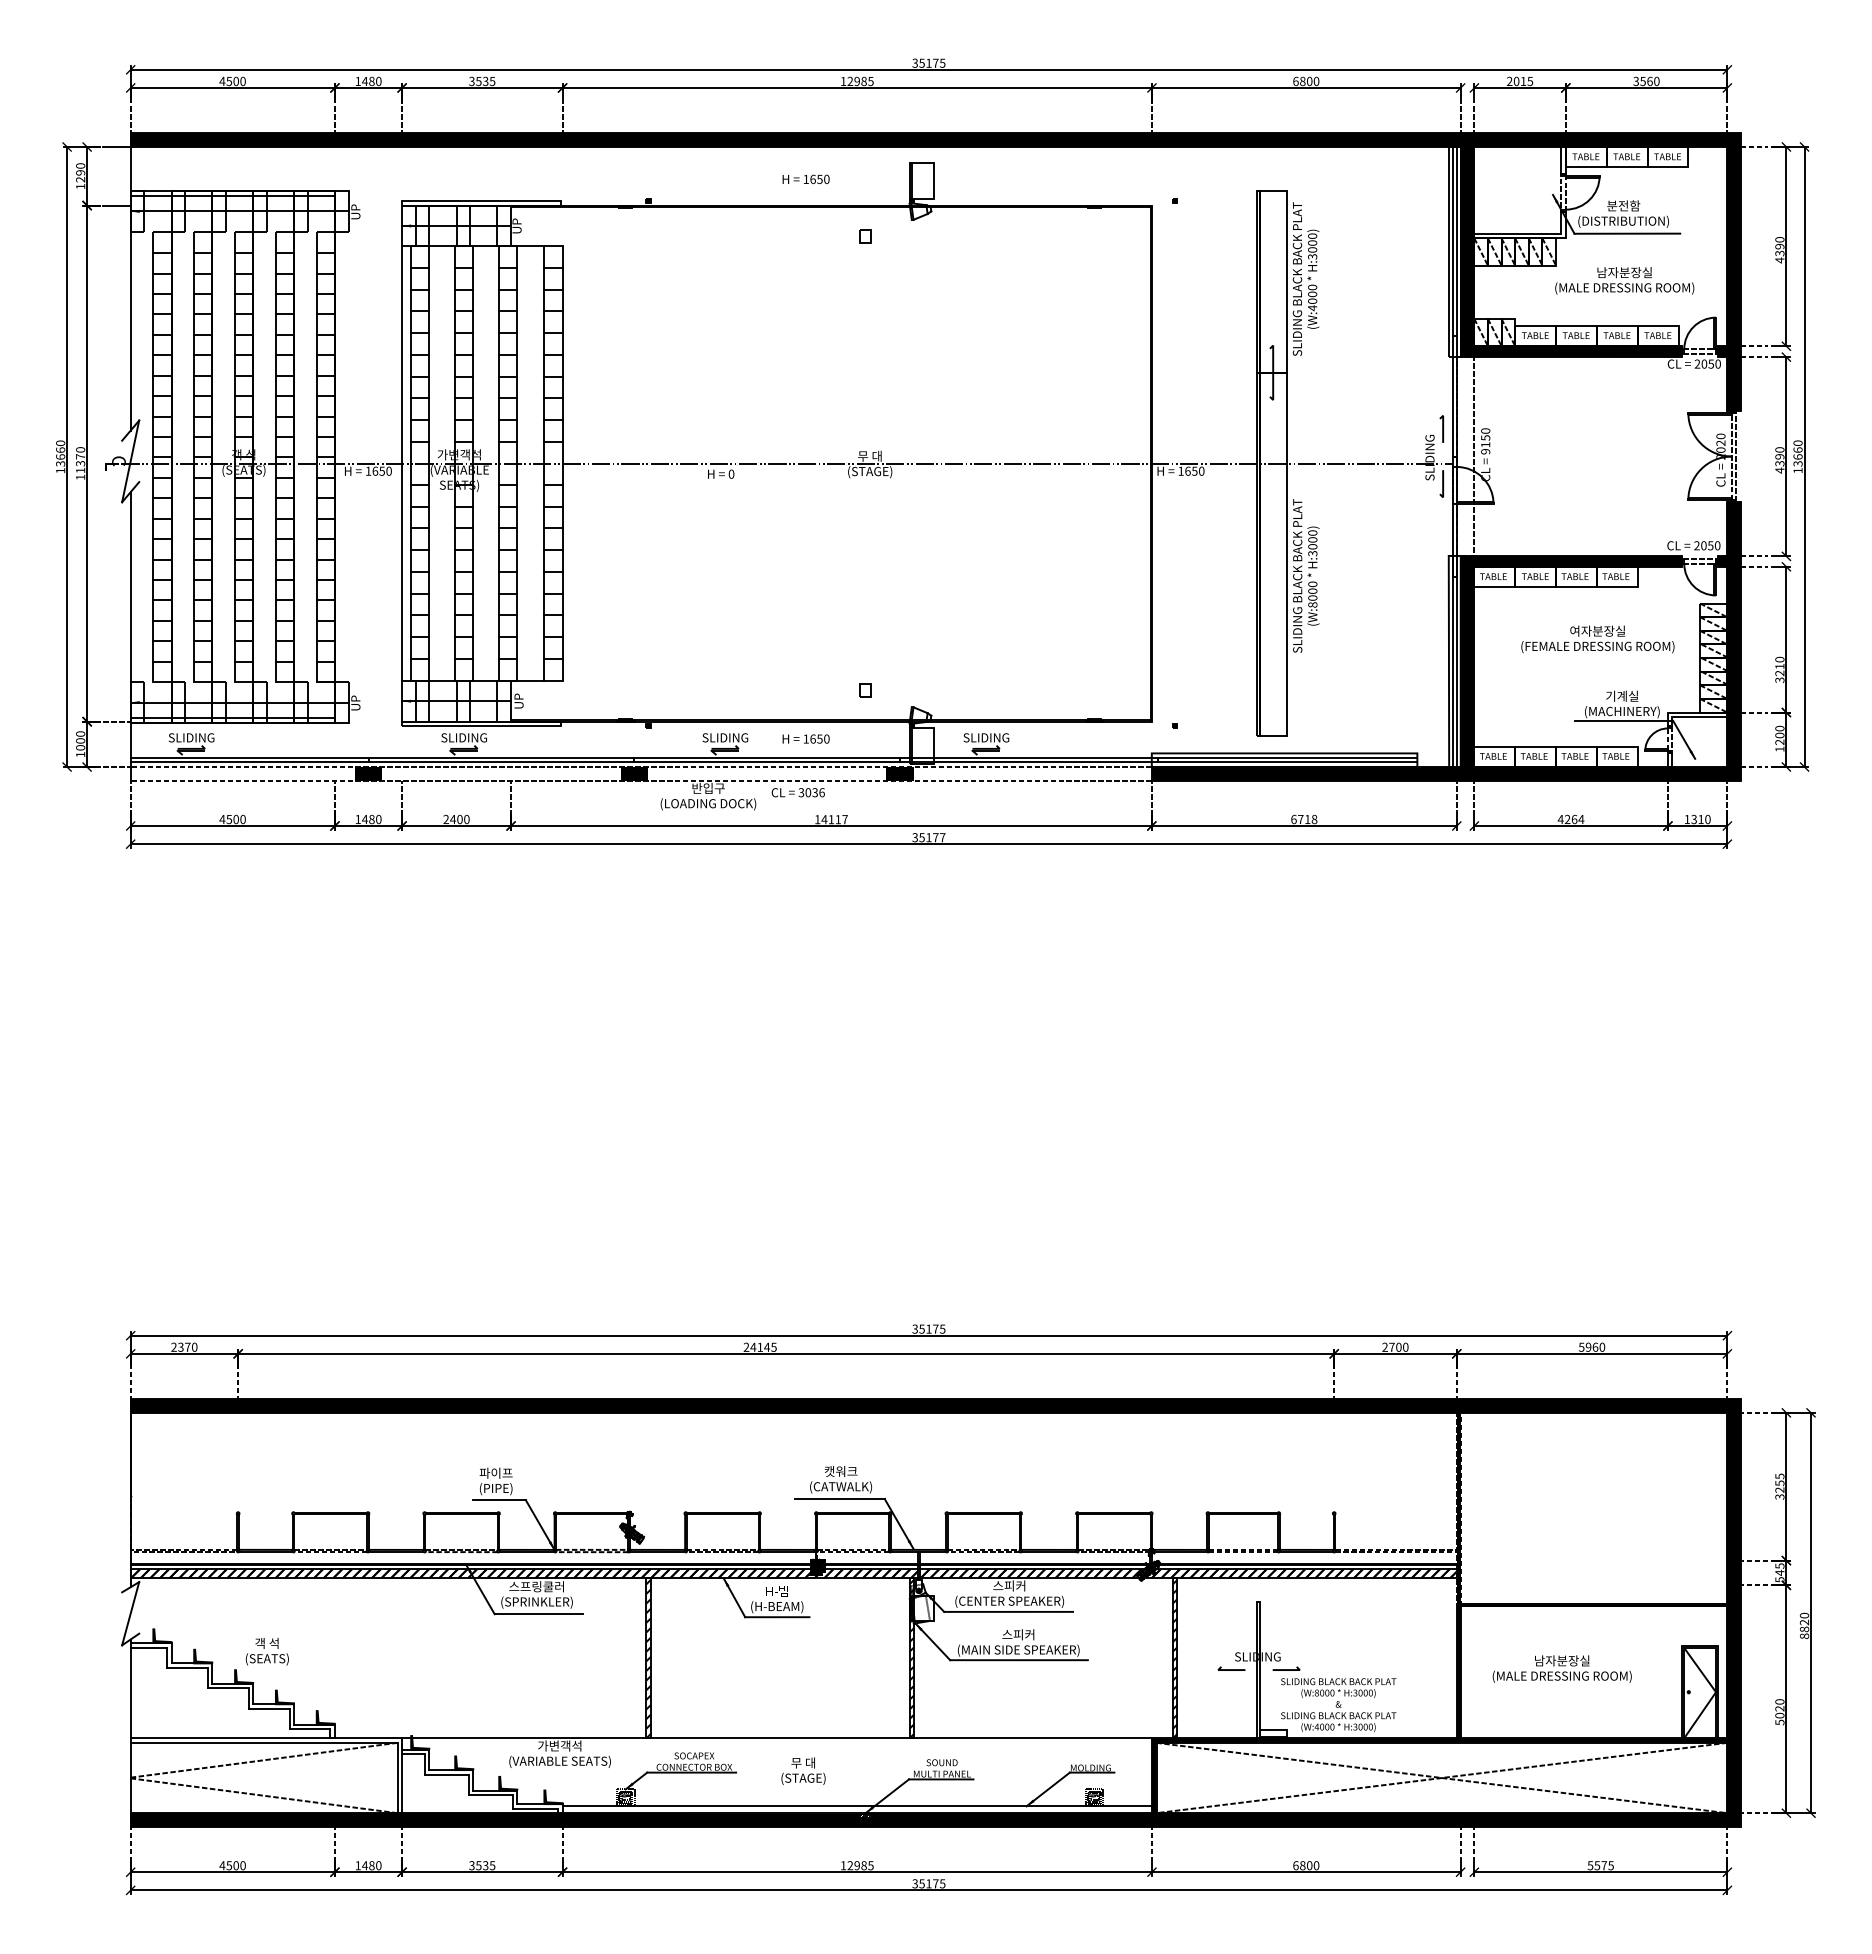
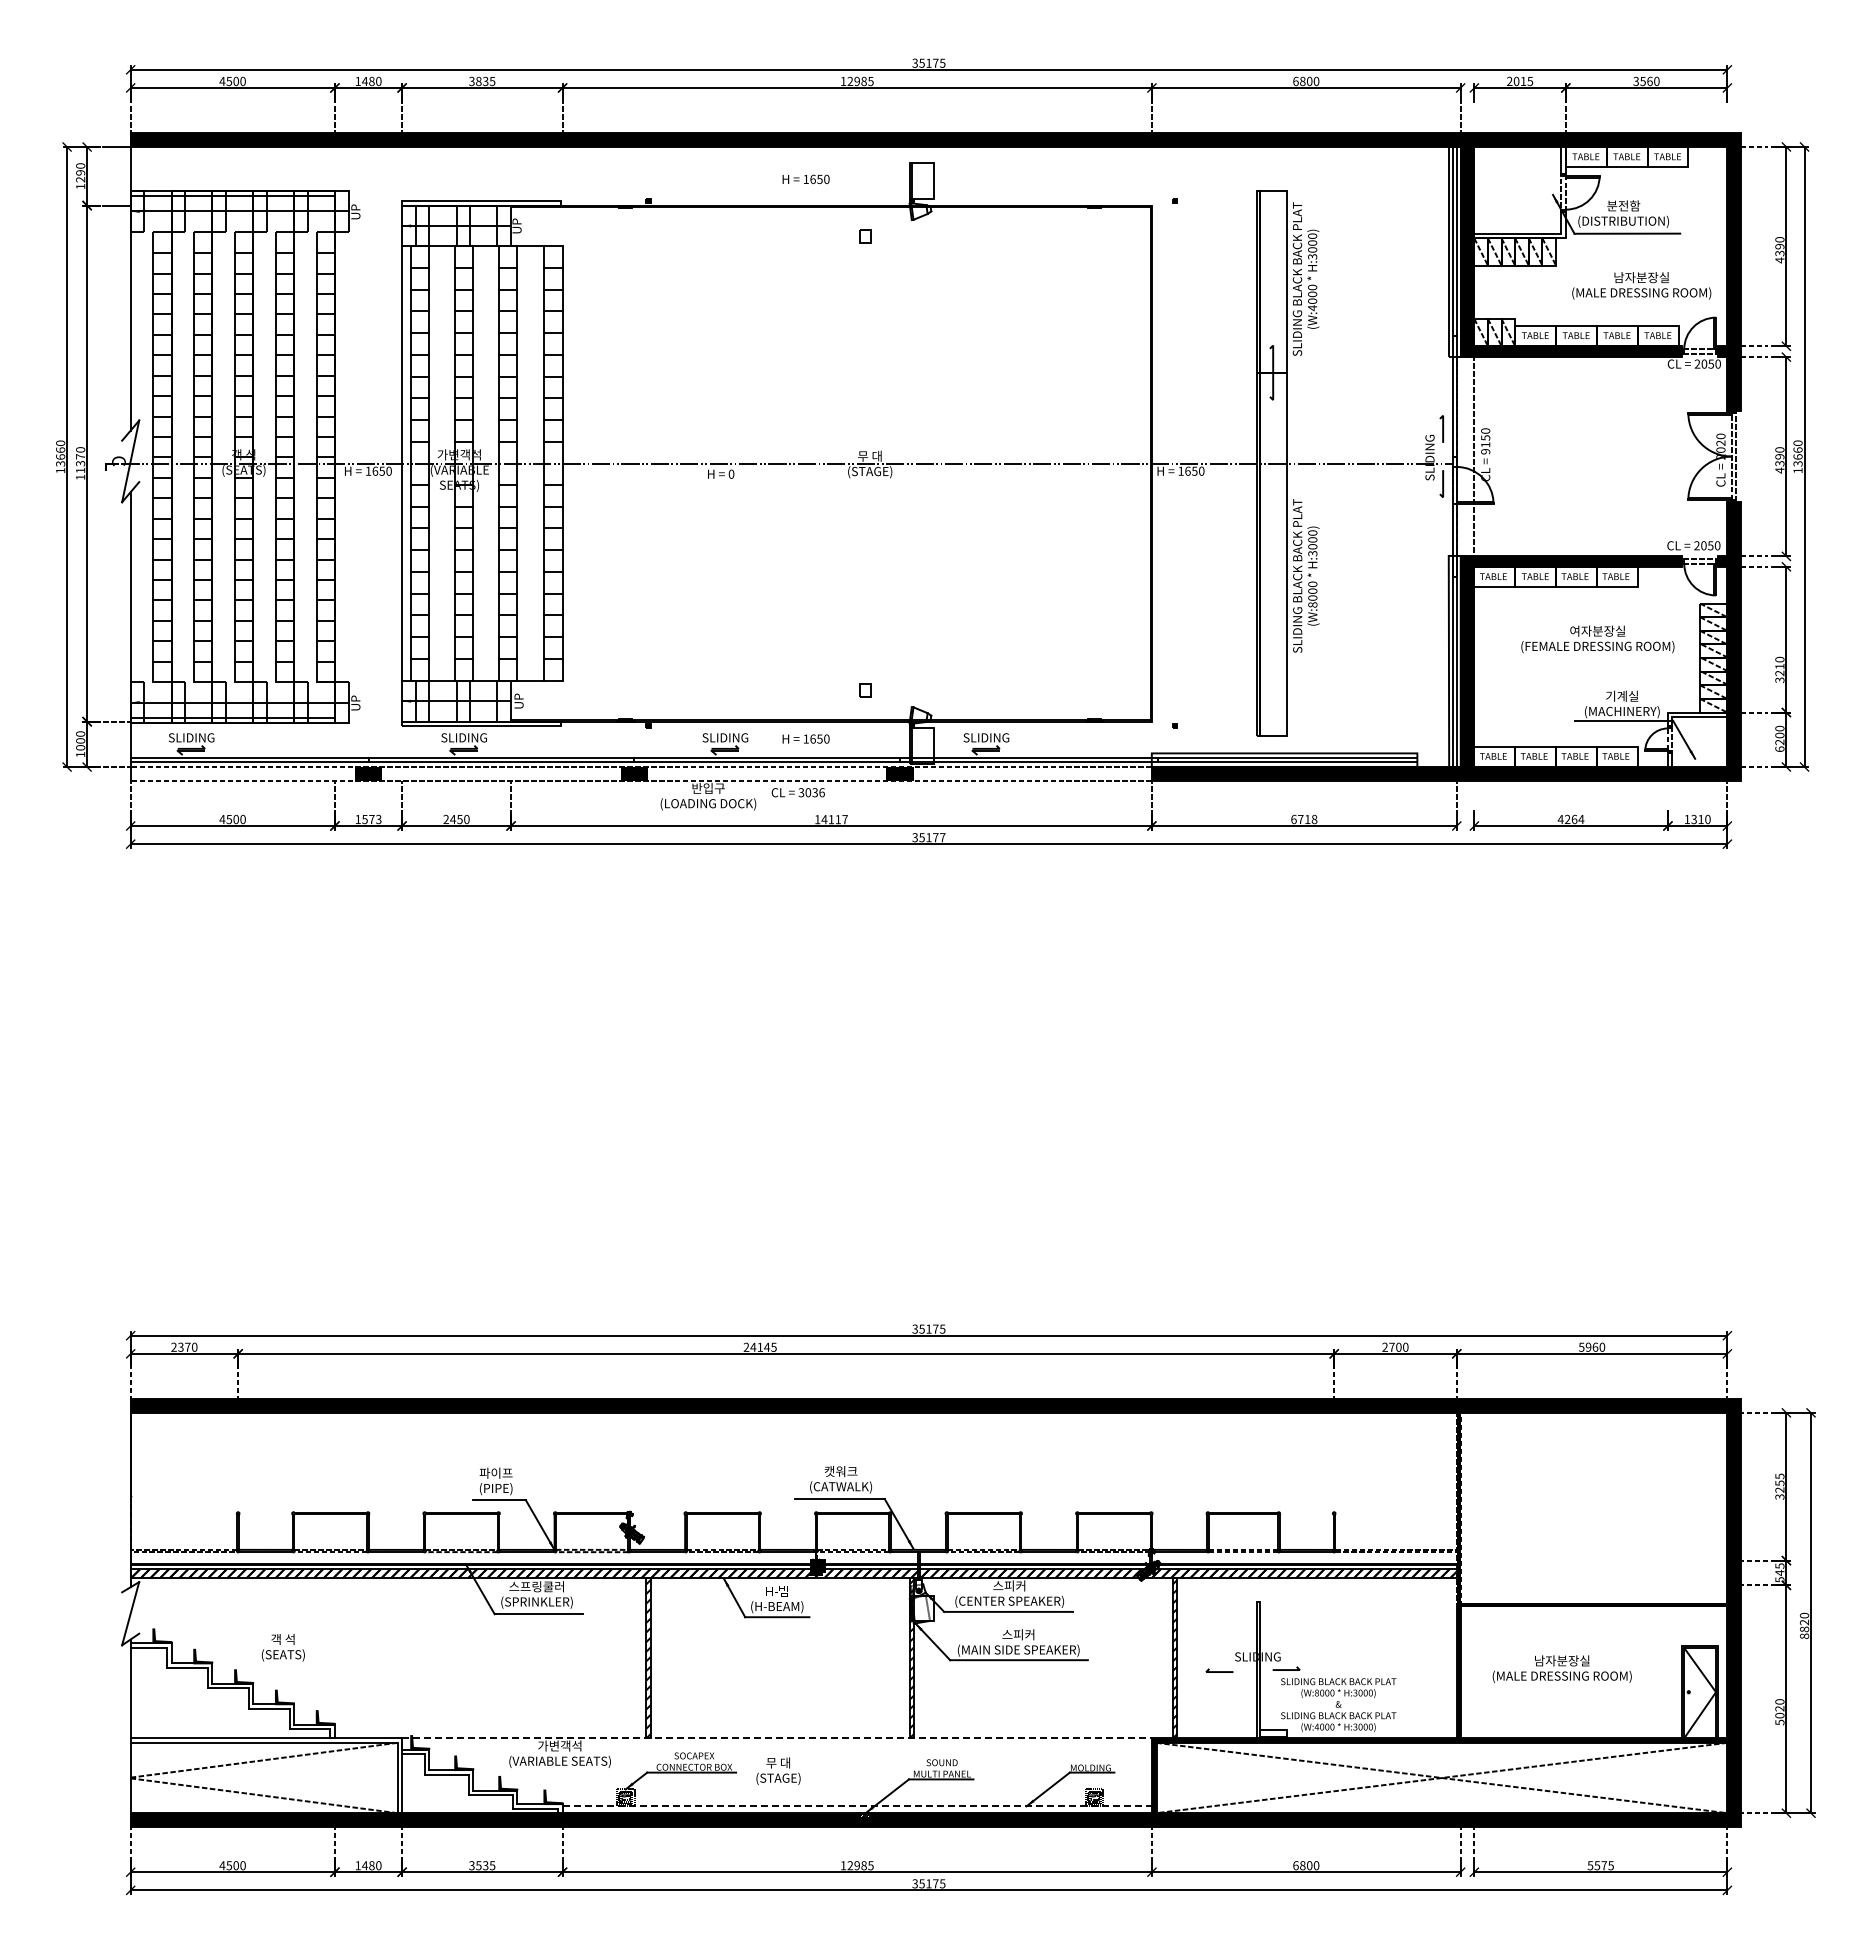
text at (478, 81): 3535 -> 3835
line at (1474, 119): present -> none
line at (1727, 119): present -> none
text at (1624, 280) position: (1624, 280) -> (1641, 285)
text at (1779, 748): 1200 -> 6200
line at (1474, 793): present -> none
line at (1667, 793): present -> none
text at (459, 818): 2400 -> 2450
text at (371, 819): 1480 -> 1573
text at (266, 1651) position: (266, 1651) -> (282, 1647)
line at (1231, 1669) position: (1231, 1669) -> (1219, 1671)
line at (777, 1738): solid -> dashed
text at (803, 1770) position: (803, 1770) -> (778, 1770)
line at (857, 1806): solid -> dashed
